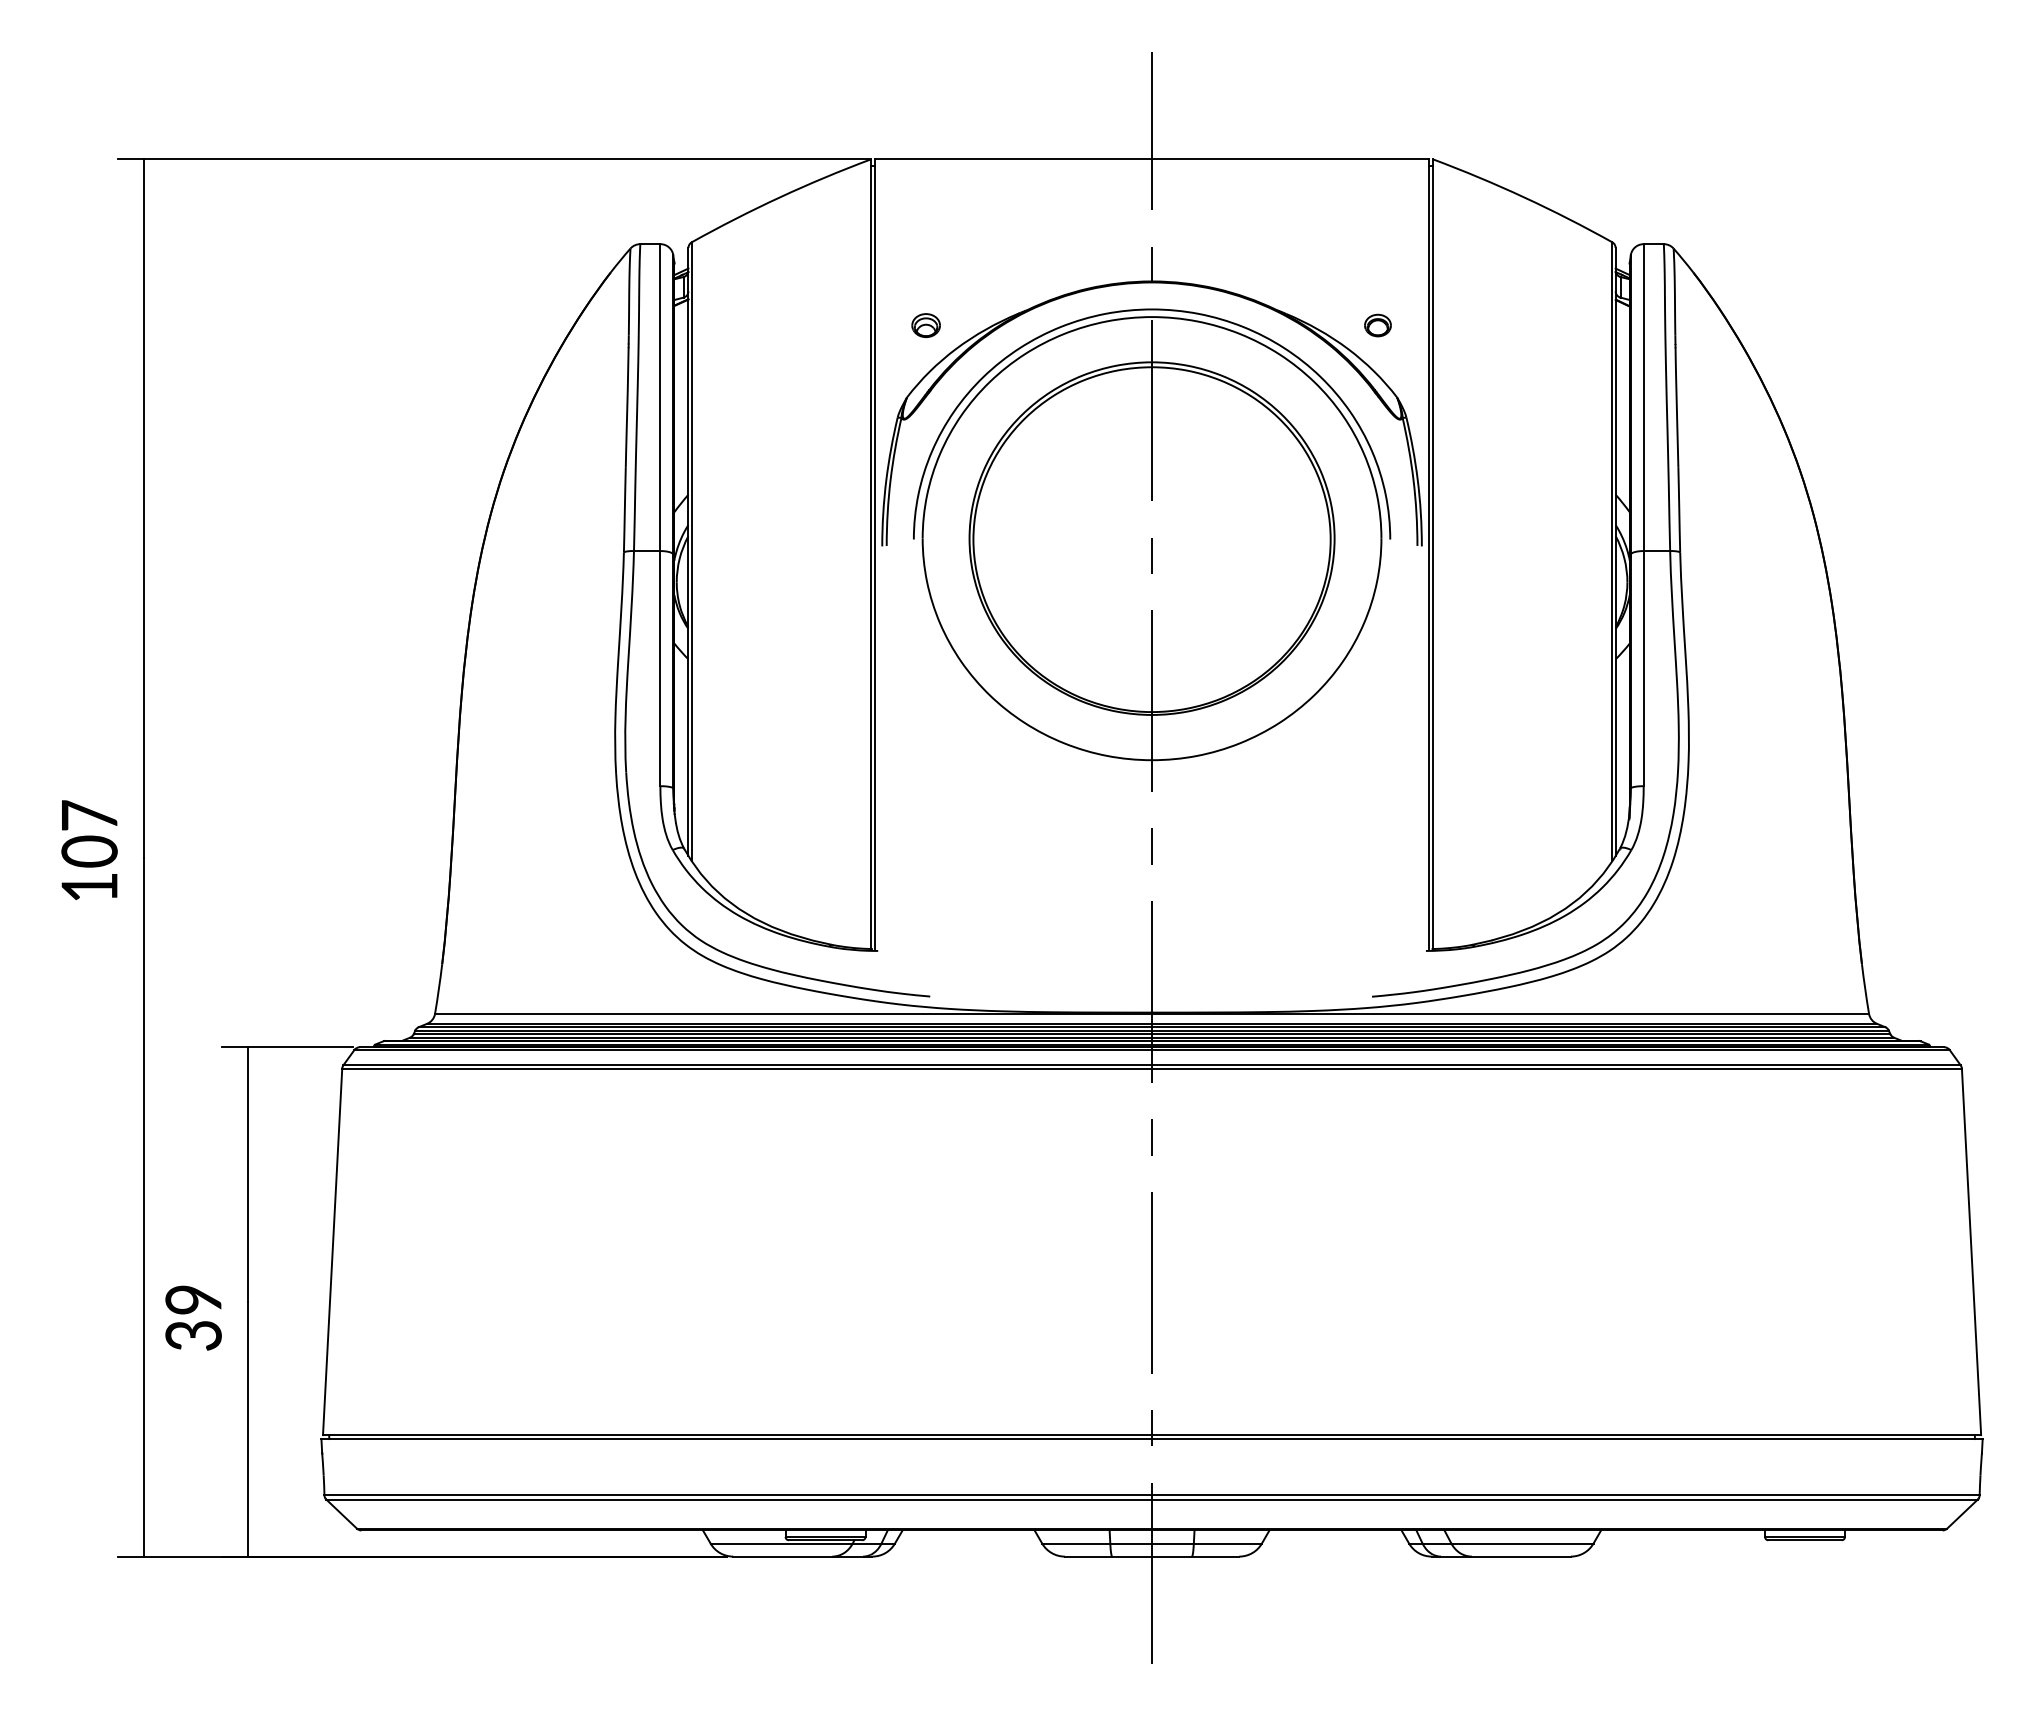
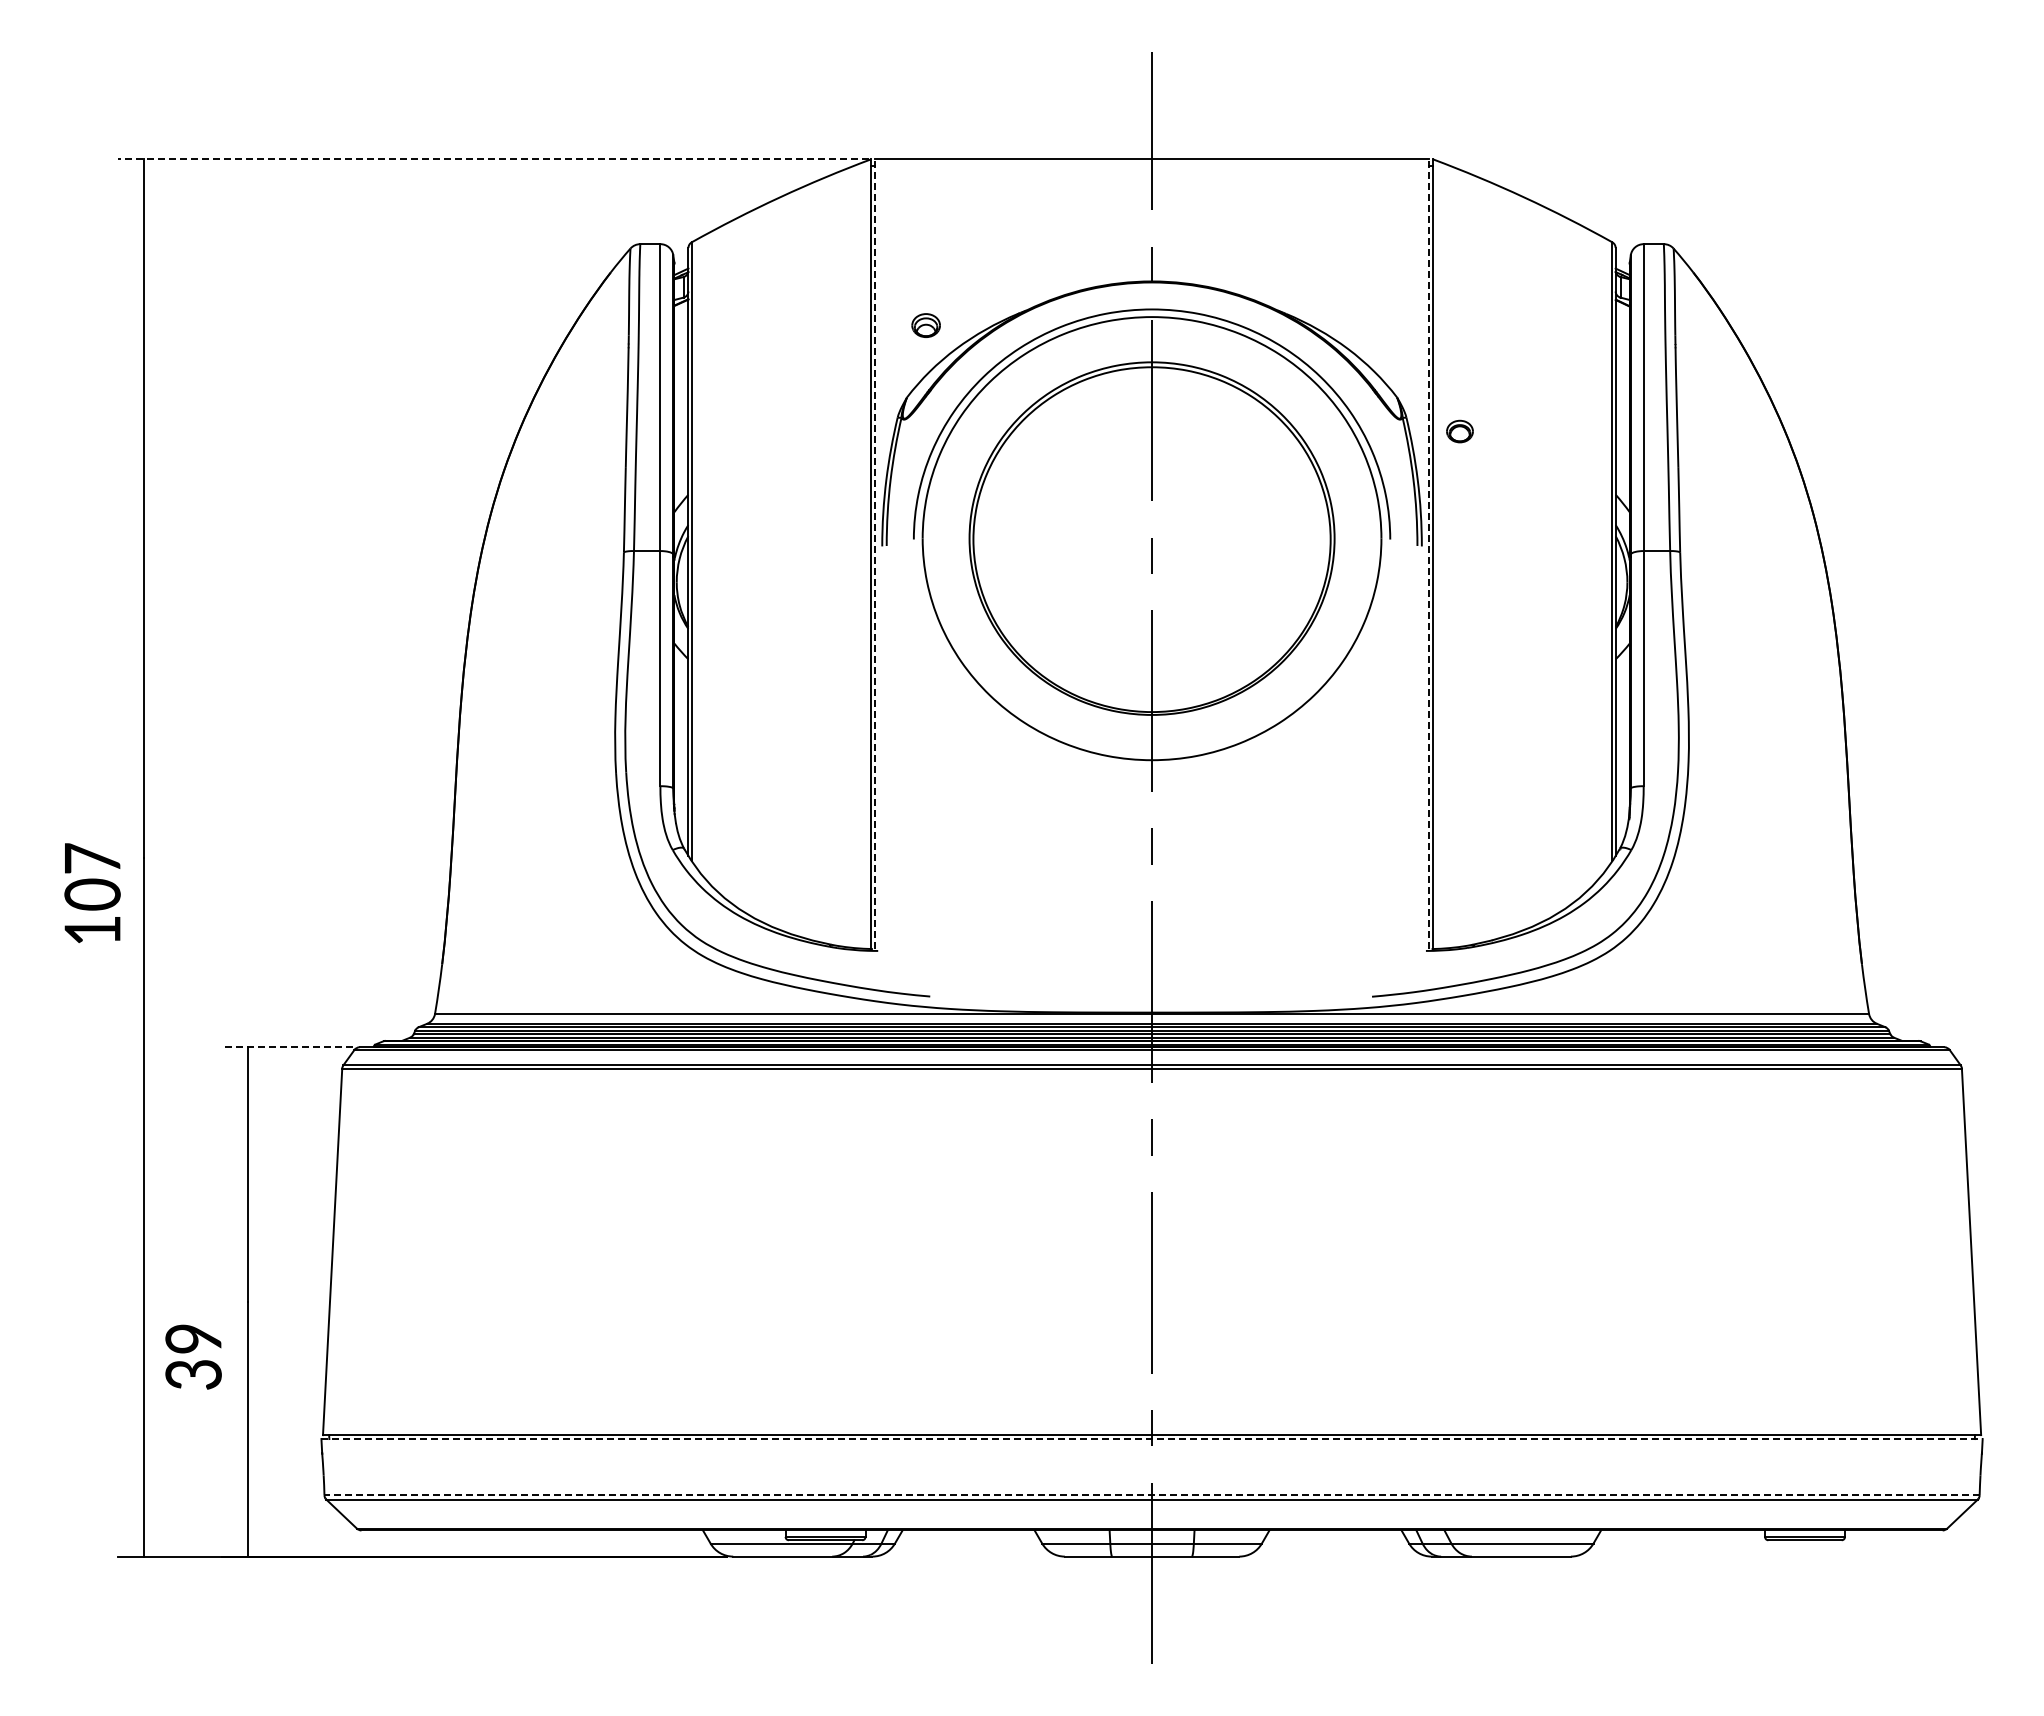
line at (492, 159): solid -> dashed
part at (1377, 325) position: (1377, 325) -> (1459, 431)
line at (875, 554): solid -> dashed
line at (1428, 554): solid -> dashed
text at (89, 850) position: (89, 850) -> (92, 893)
line at (287, 1047): solid -> dashed
text at (193, 1317) position: (193, 1317) -> (193, 1356)
line at (1152, 1439): solid -> dashed
line at (1152, 1495): solid -> dashed
